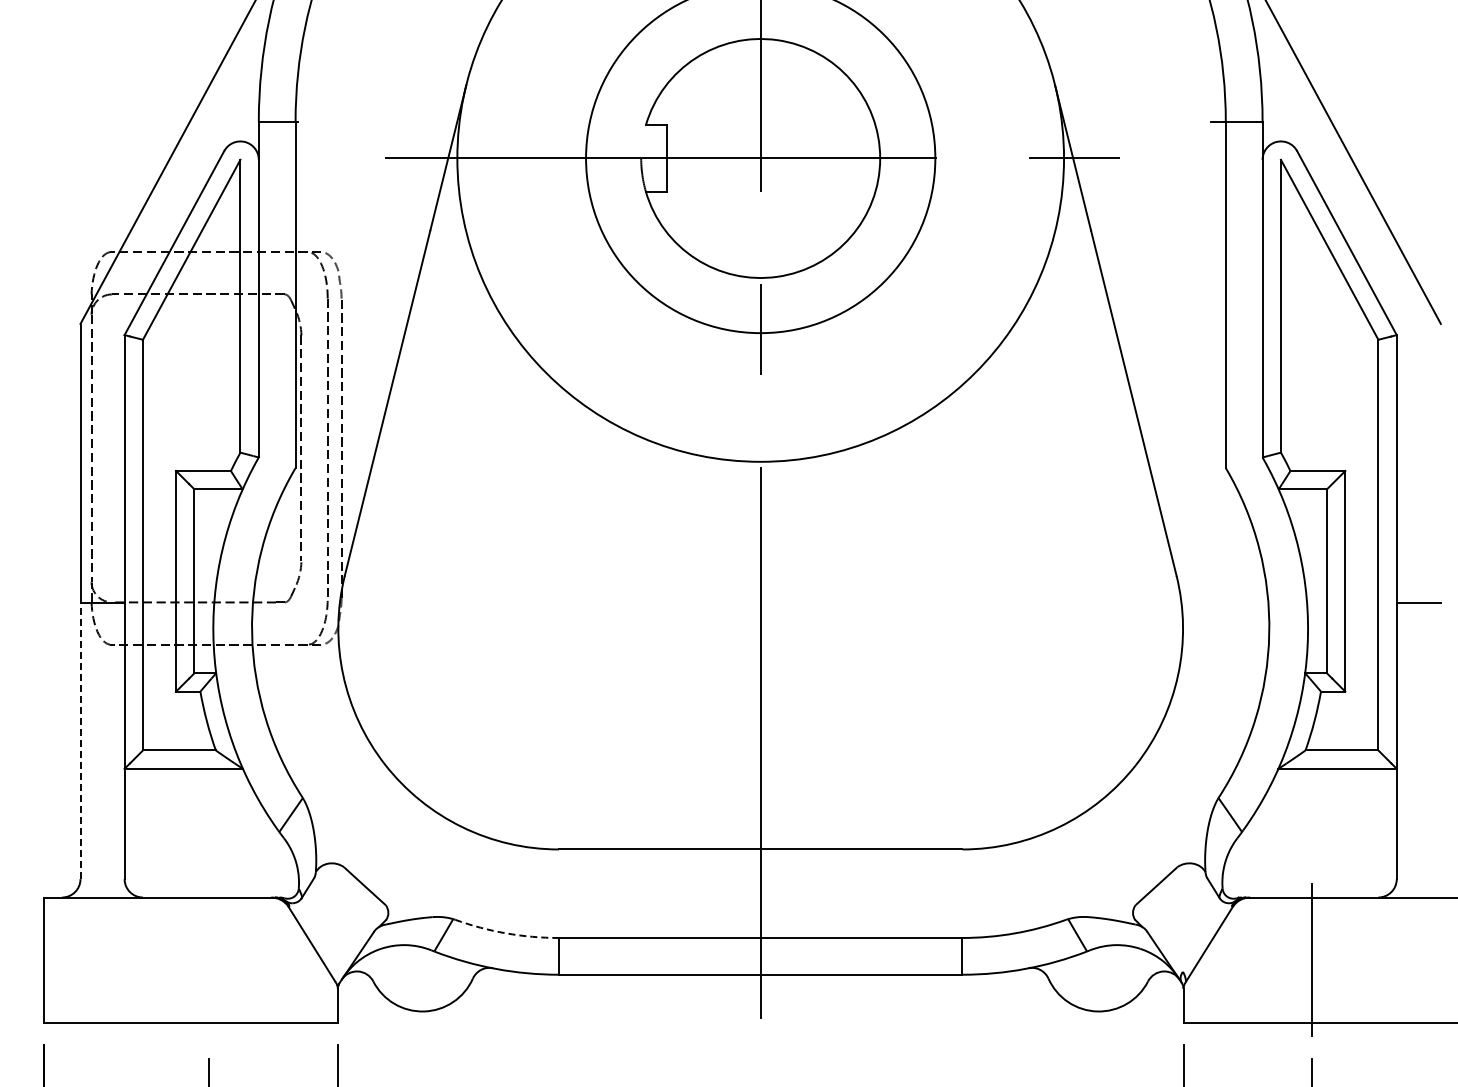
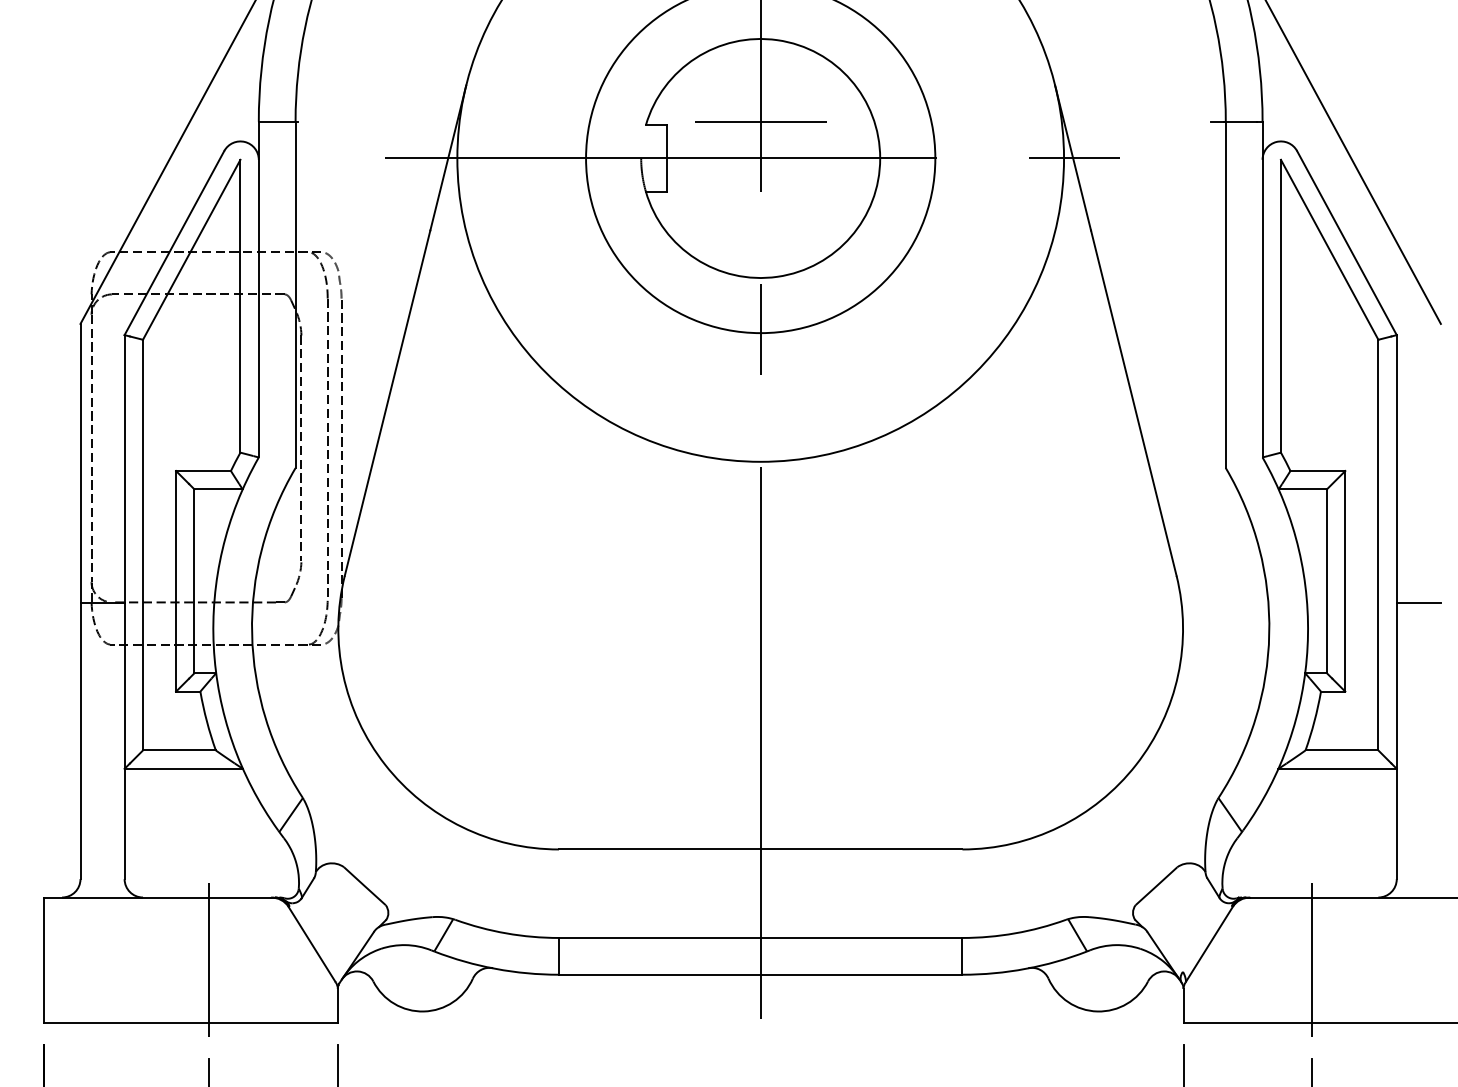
line at (760, 121): none -> present
line at (80, 741): dashed -> solid
arc at (506, 933): dashed -> solid
line at (209, 959): none -> present
